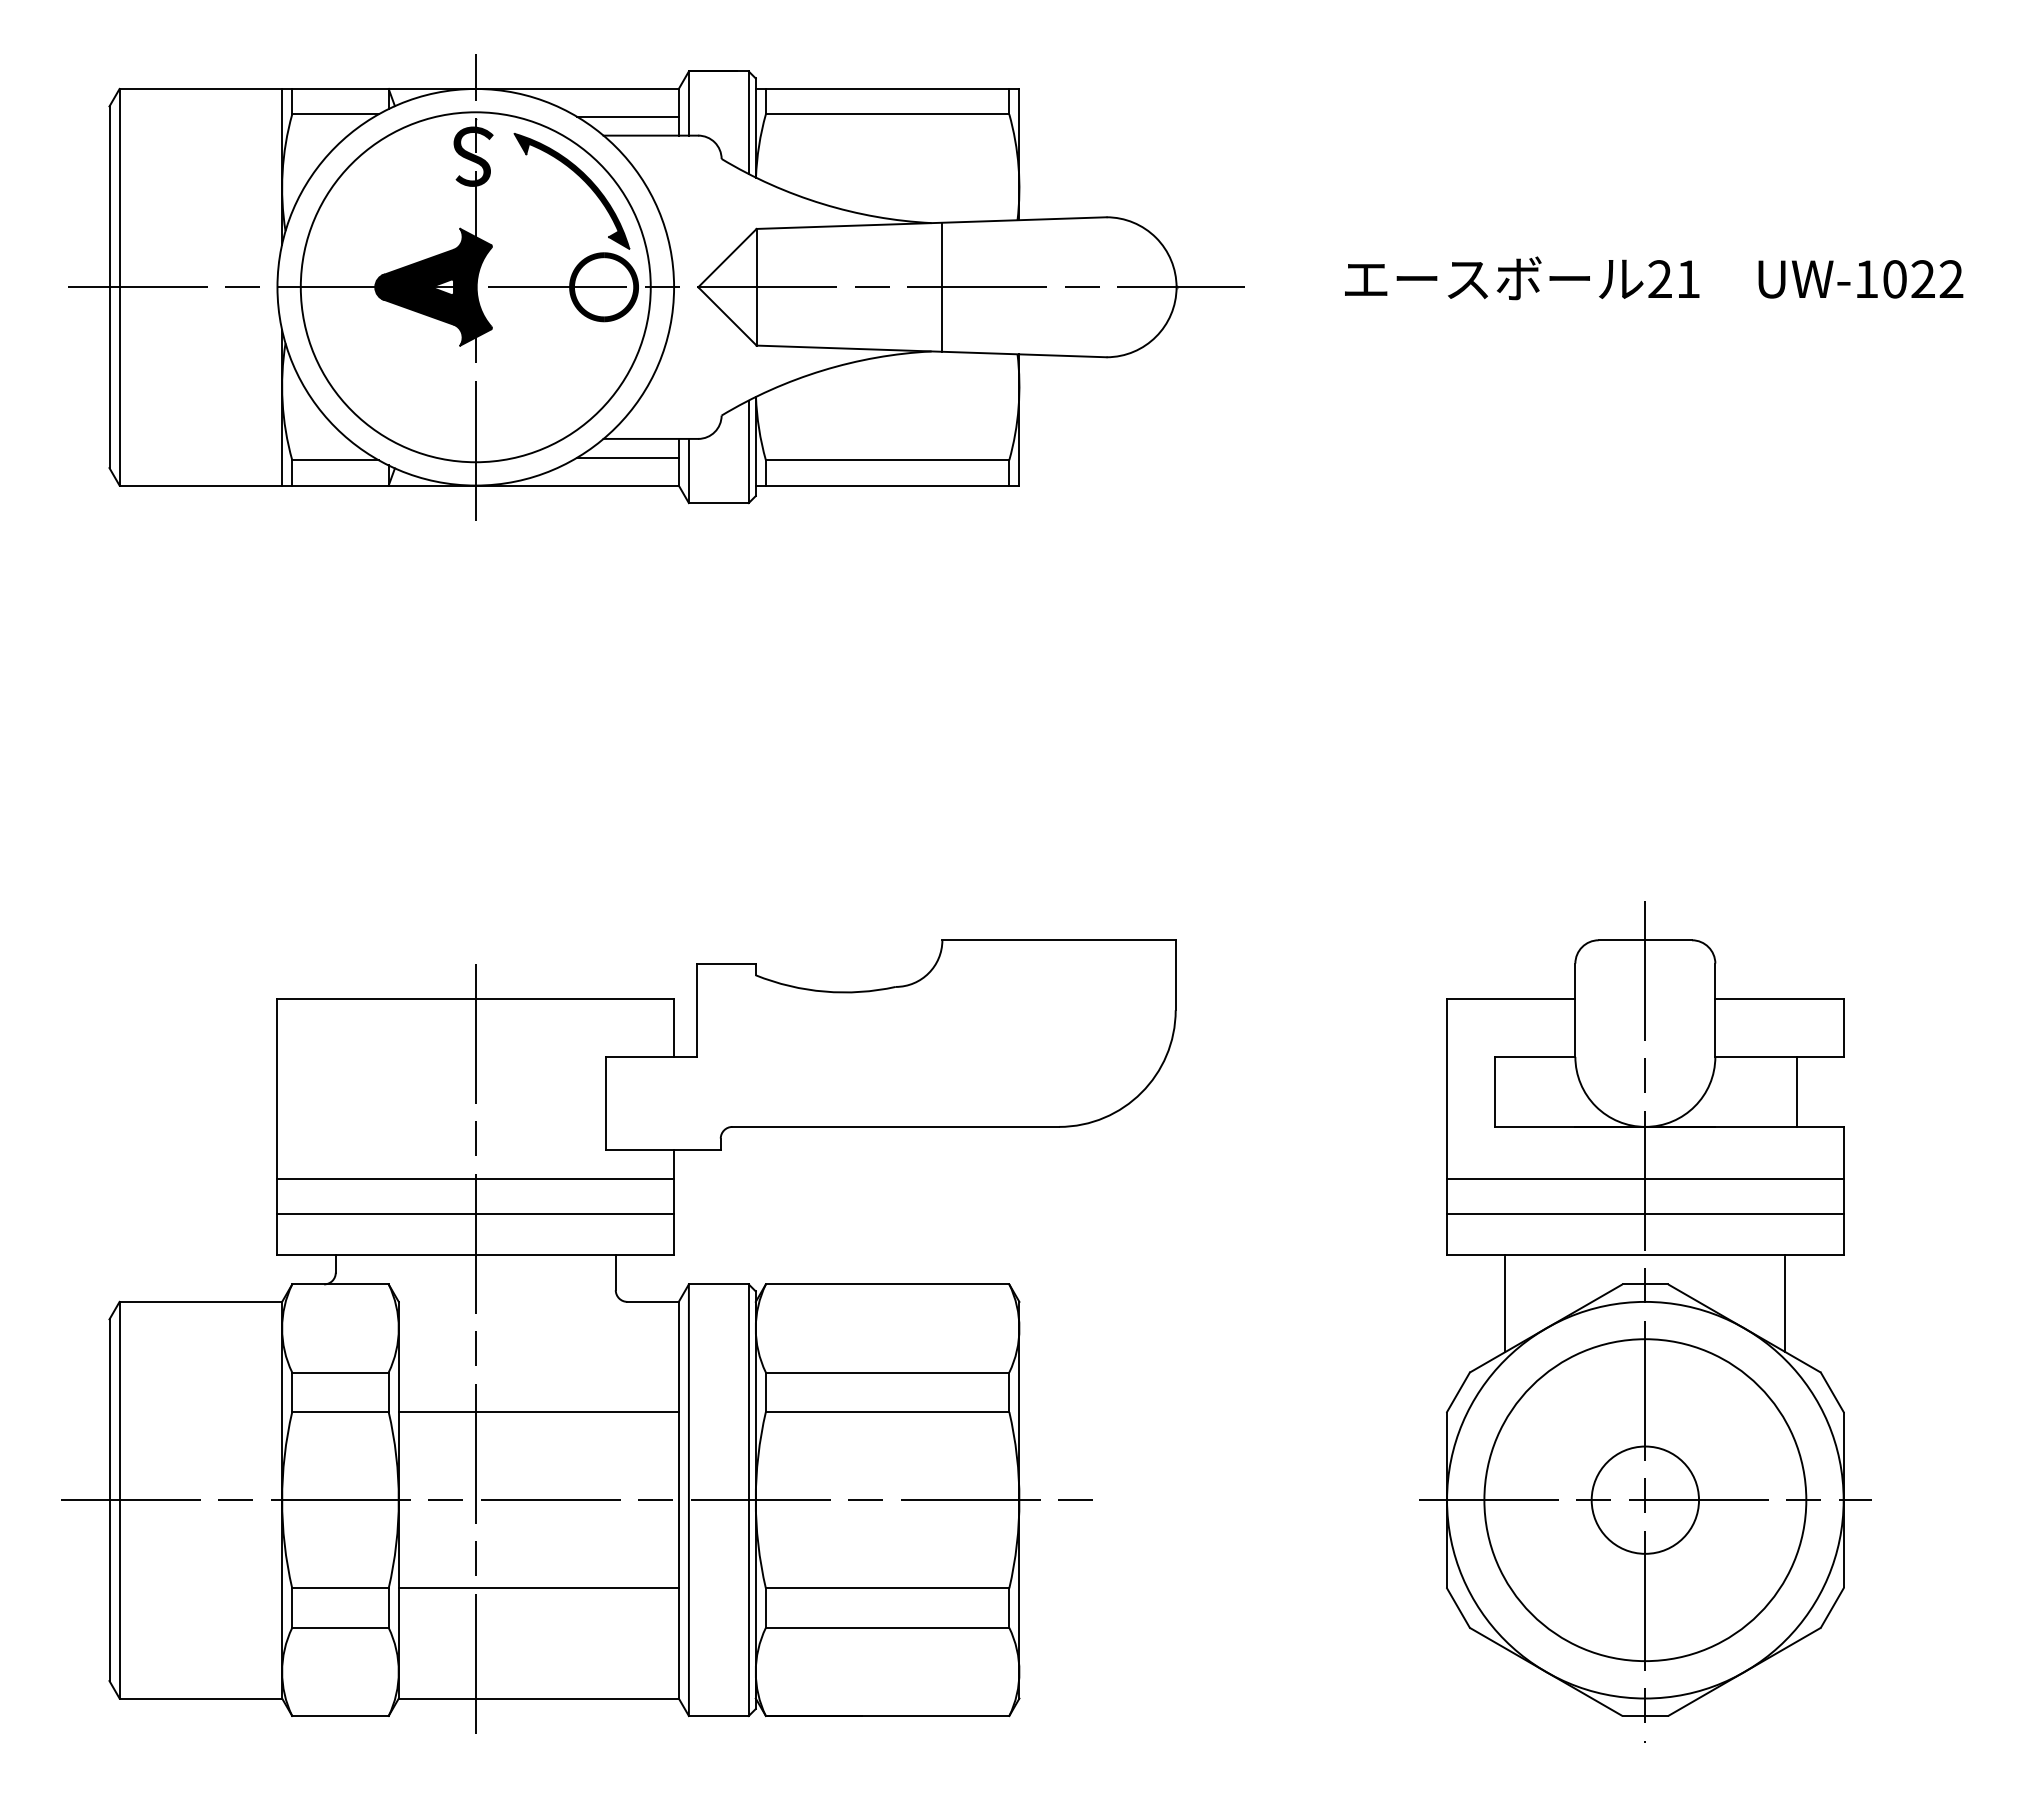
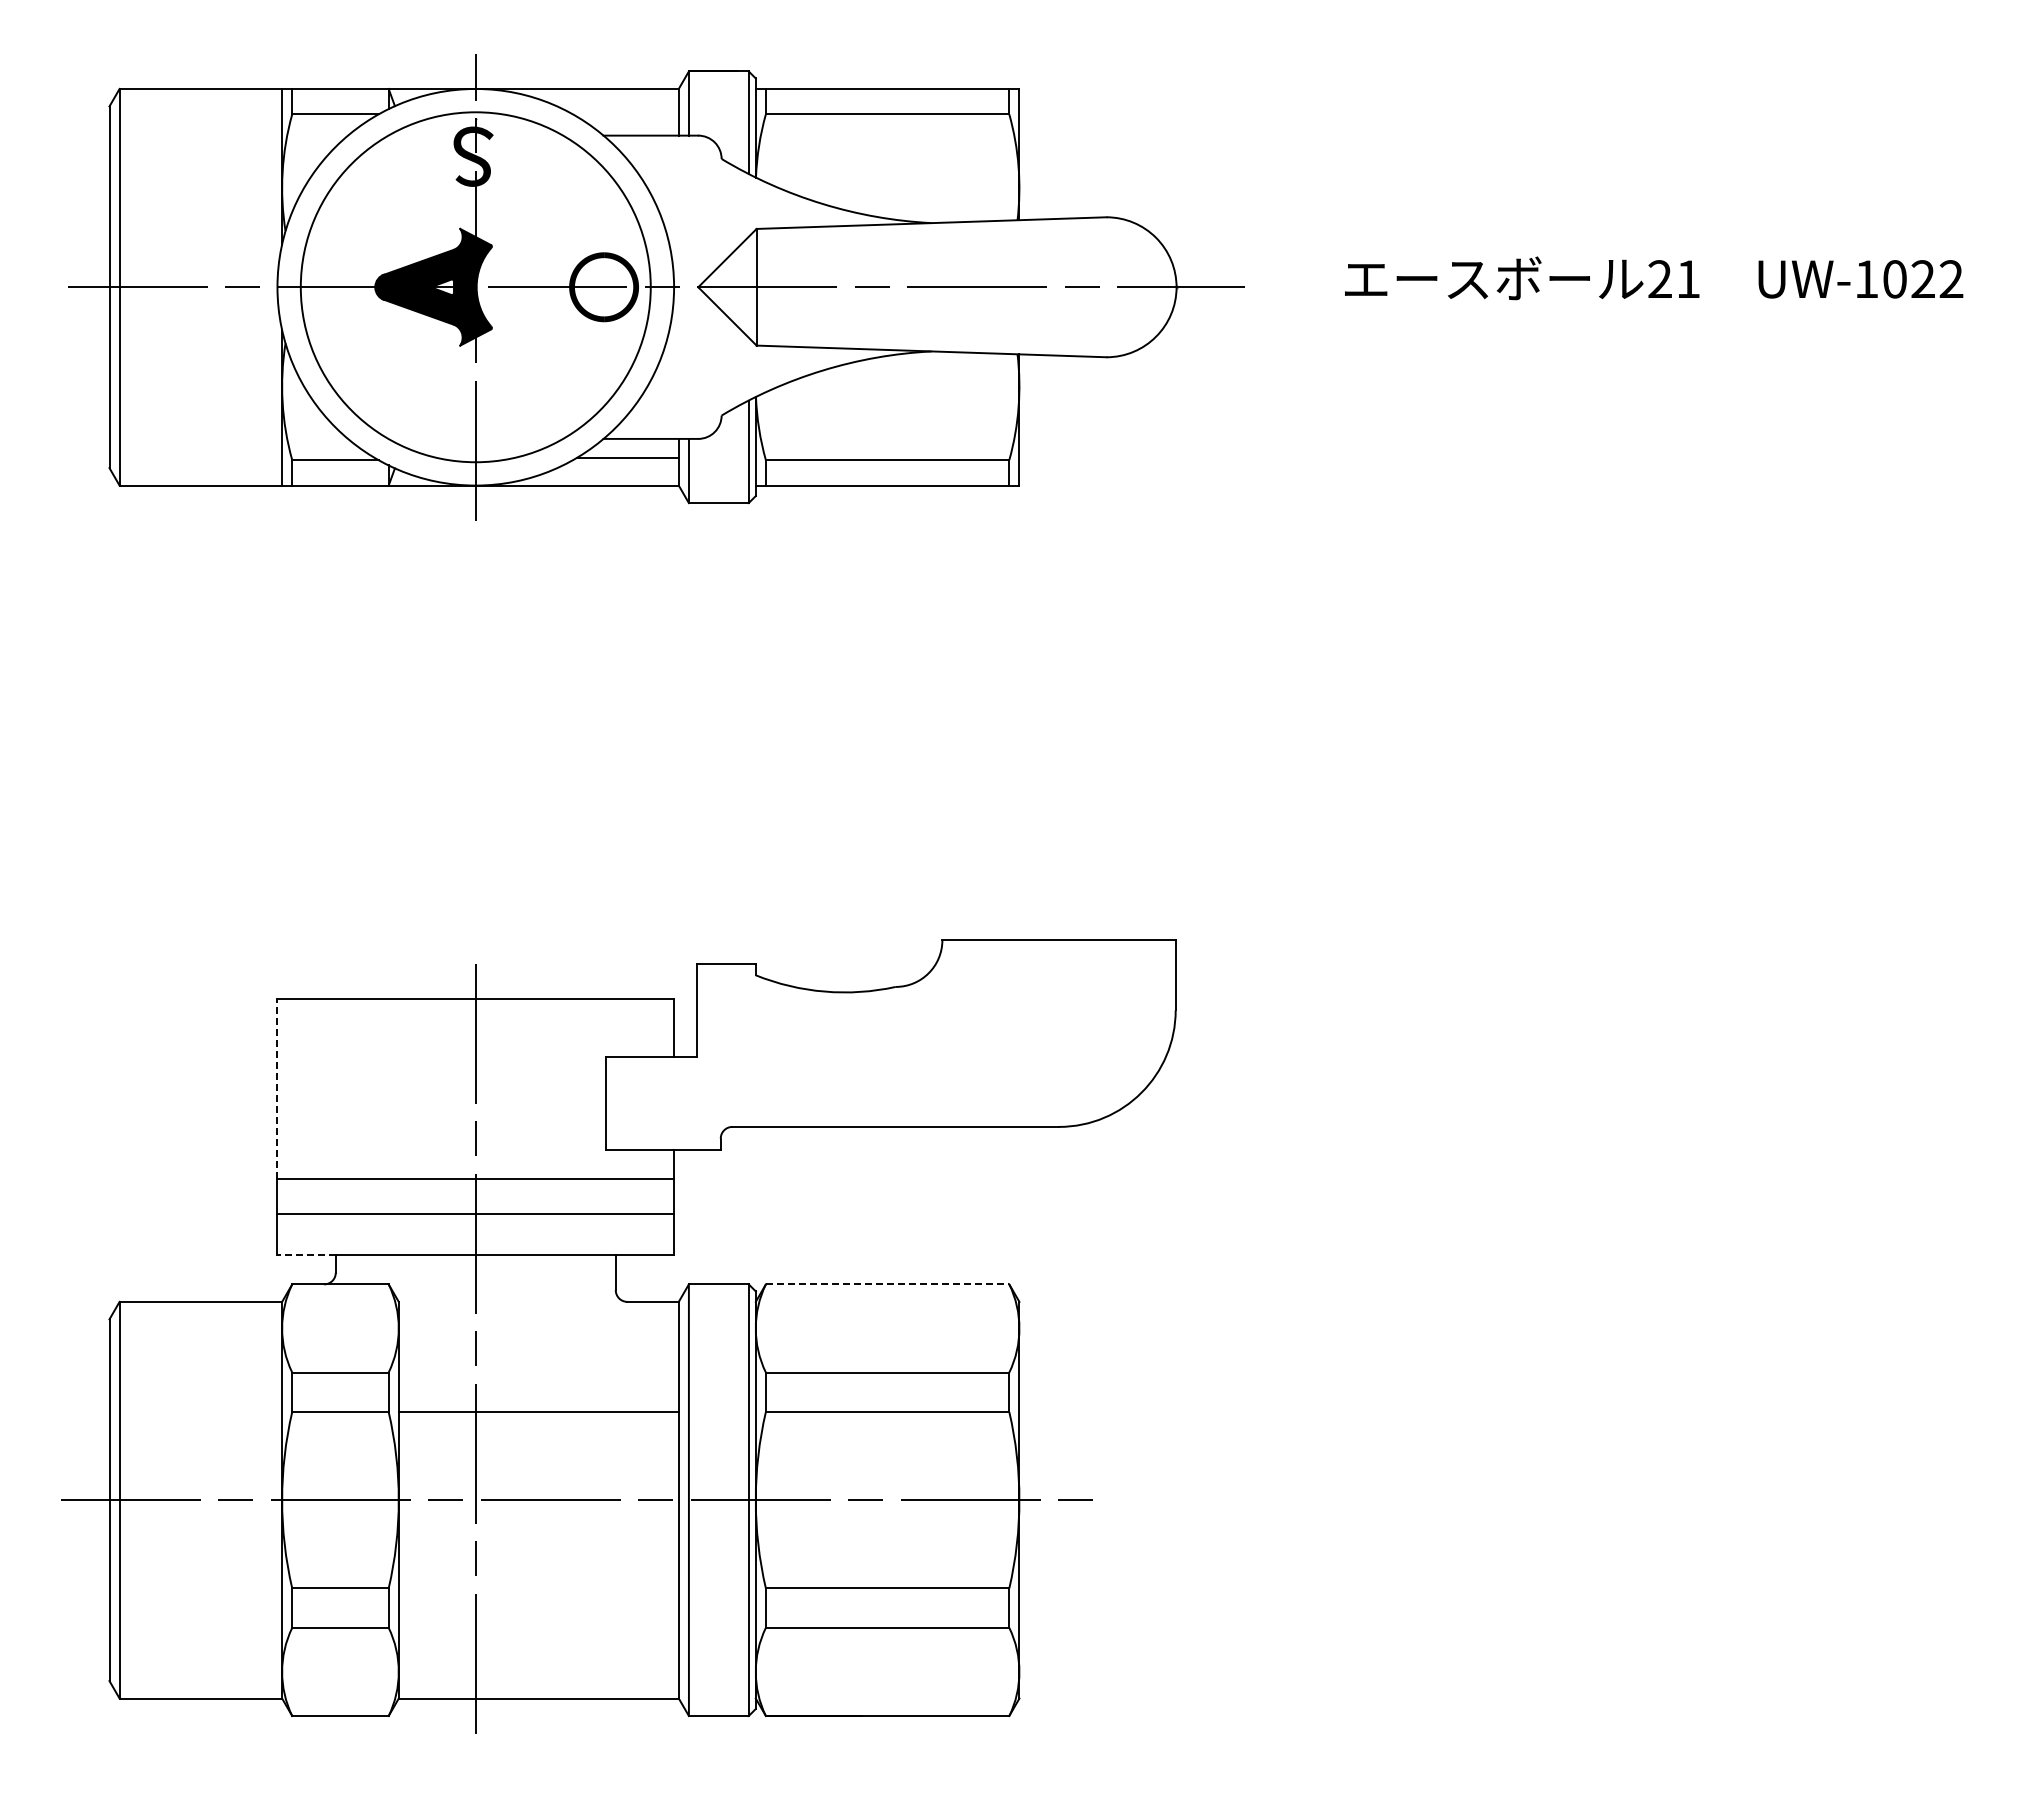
line at (627, 116): present -> none
part at (582, 180): present -> none
line at (942, 286): present -> none
line at (277, 1088): solid -> dashed
line at (306, 1255): solid -> dashed
line at (887, 1284): solid -> dashed
part at (1645, 1321): present -> none
line at (538, 1588): present -> none
